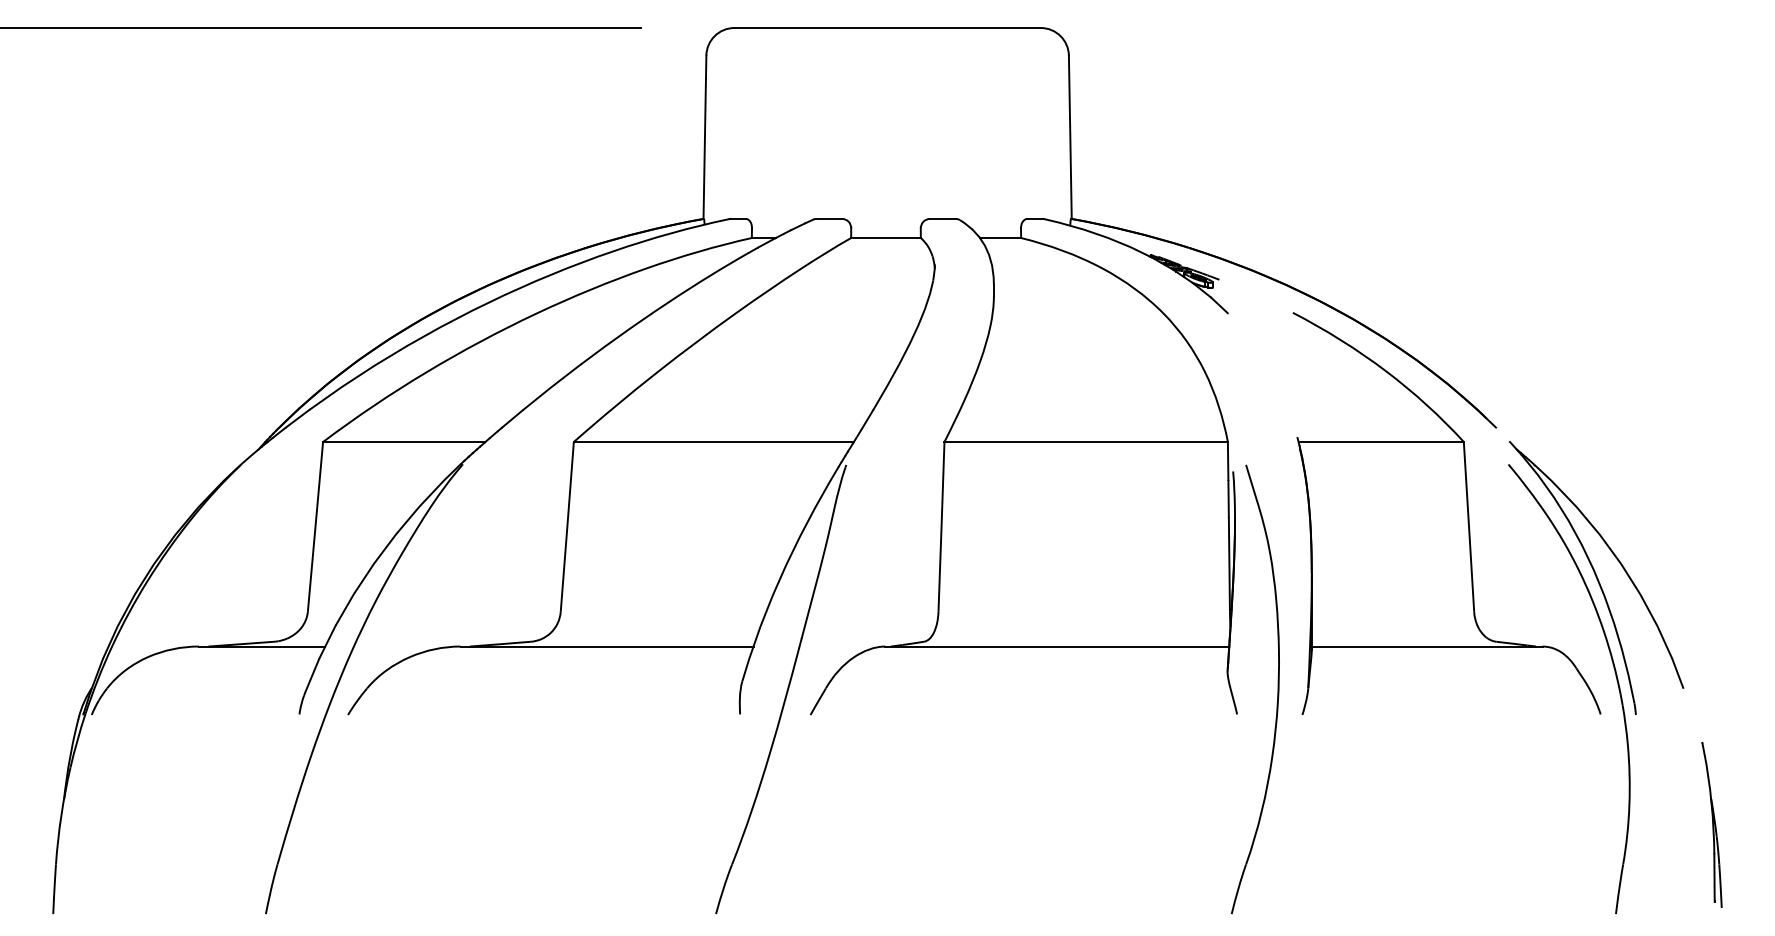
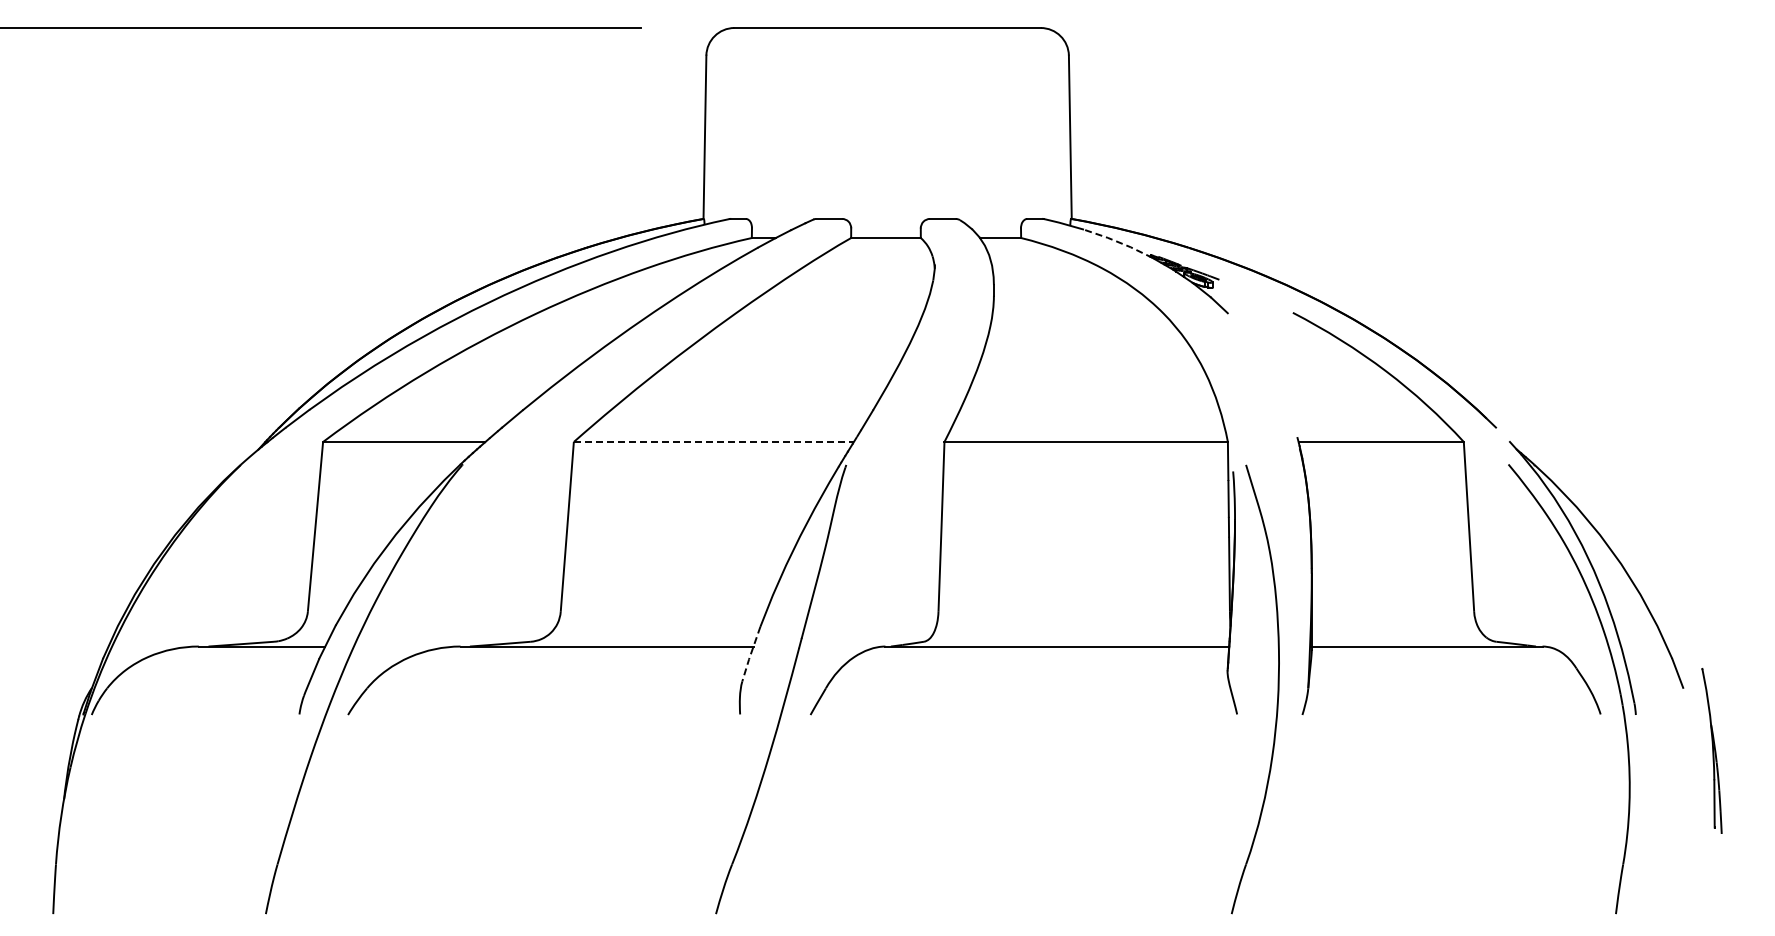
line at (1118, 242): solid -> dashed
line at (714, 441): solid -> dashed
line at (750, 654): solid -> dashed
part at (1711, 824) position: (1711, 824) -> (1711, 750)
